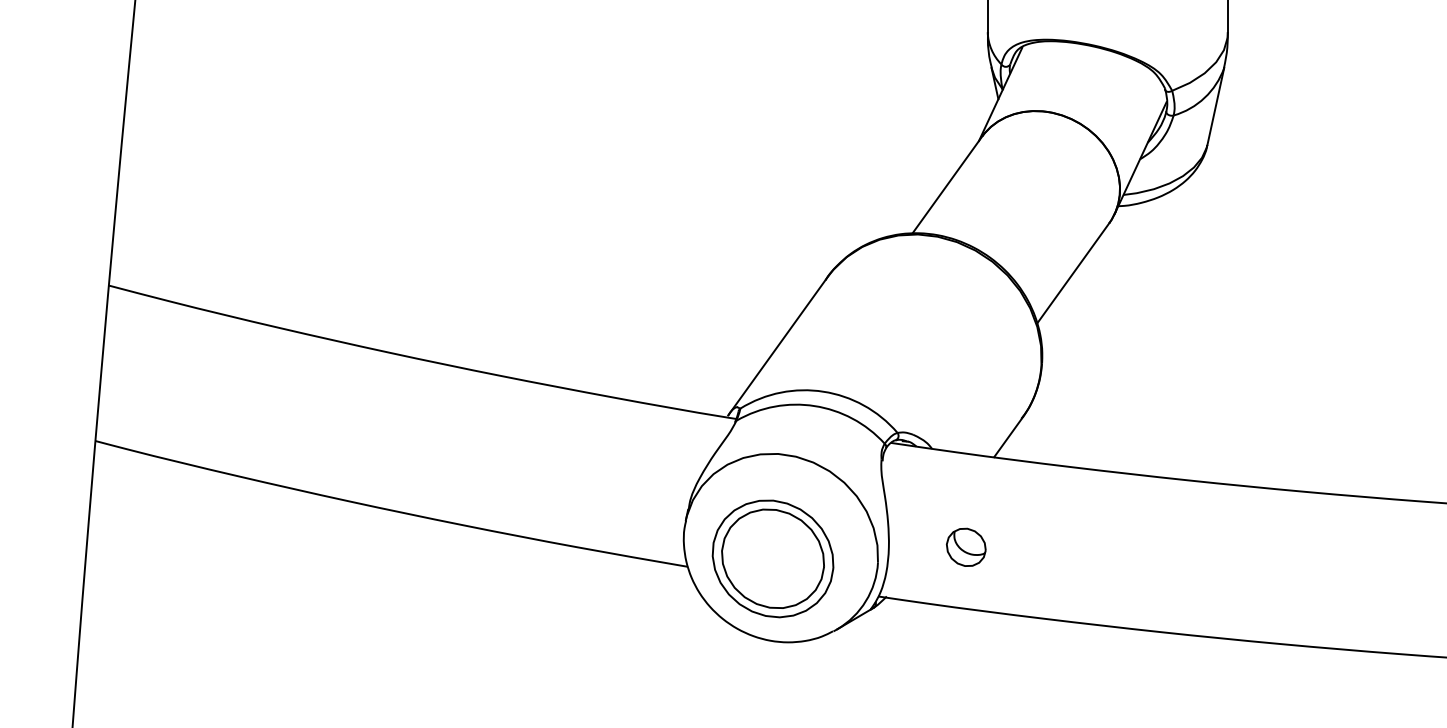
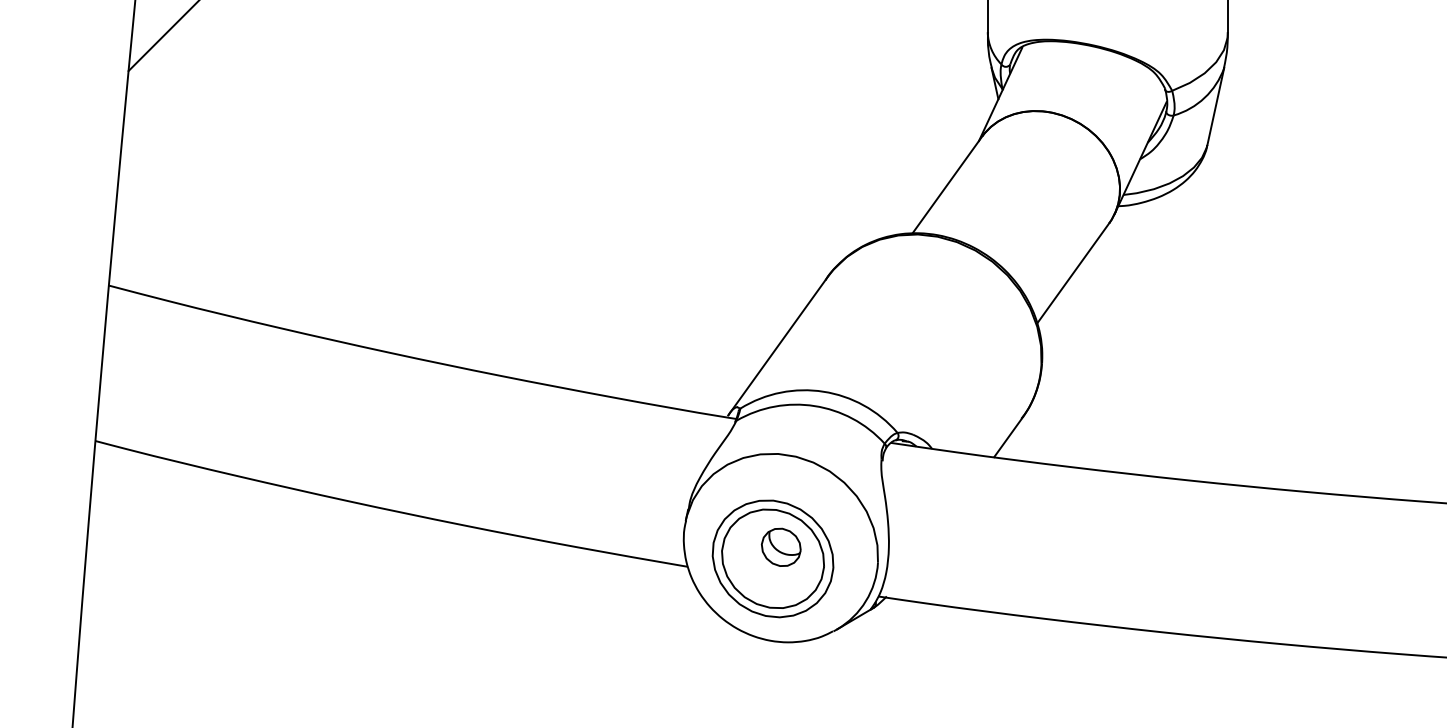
line at (162, 36): none -> present
part at (965, 546) position: (965, 546) -> (780, 546)
